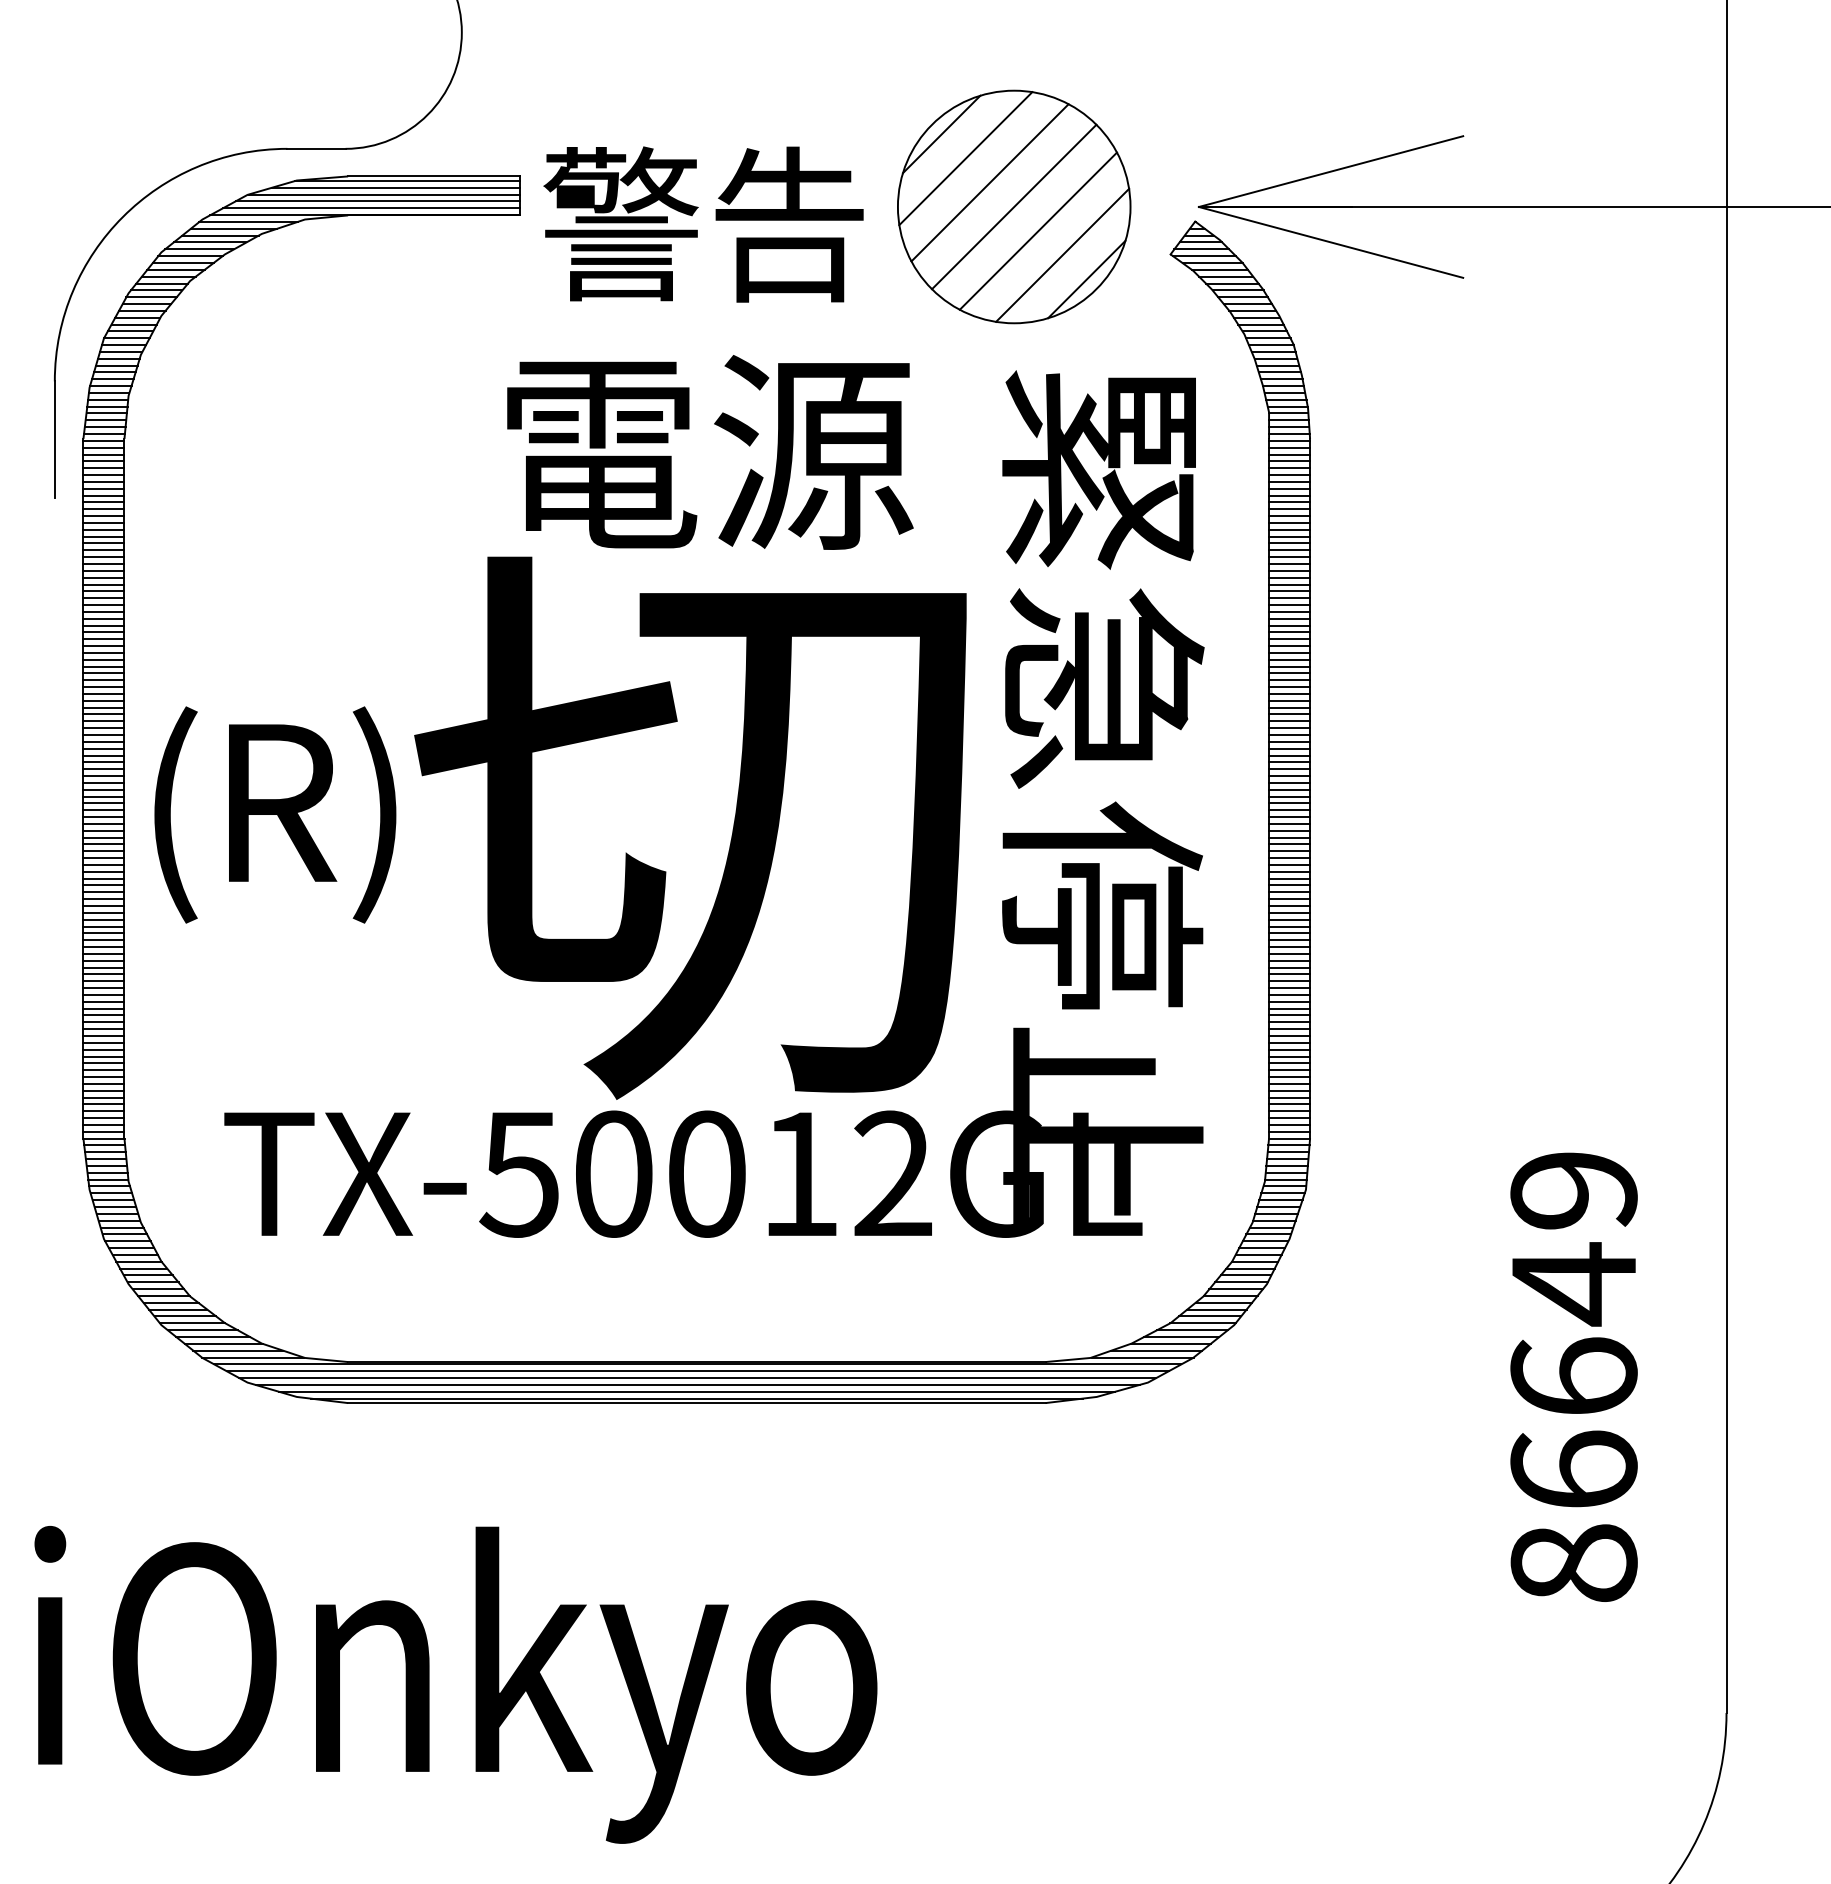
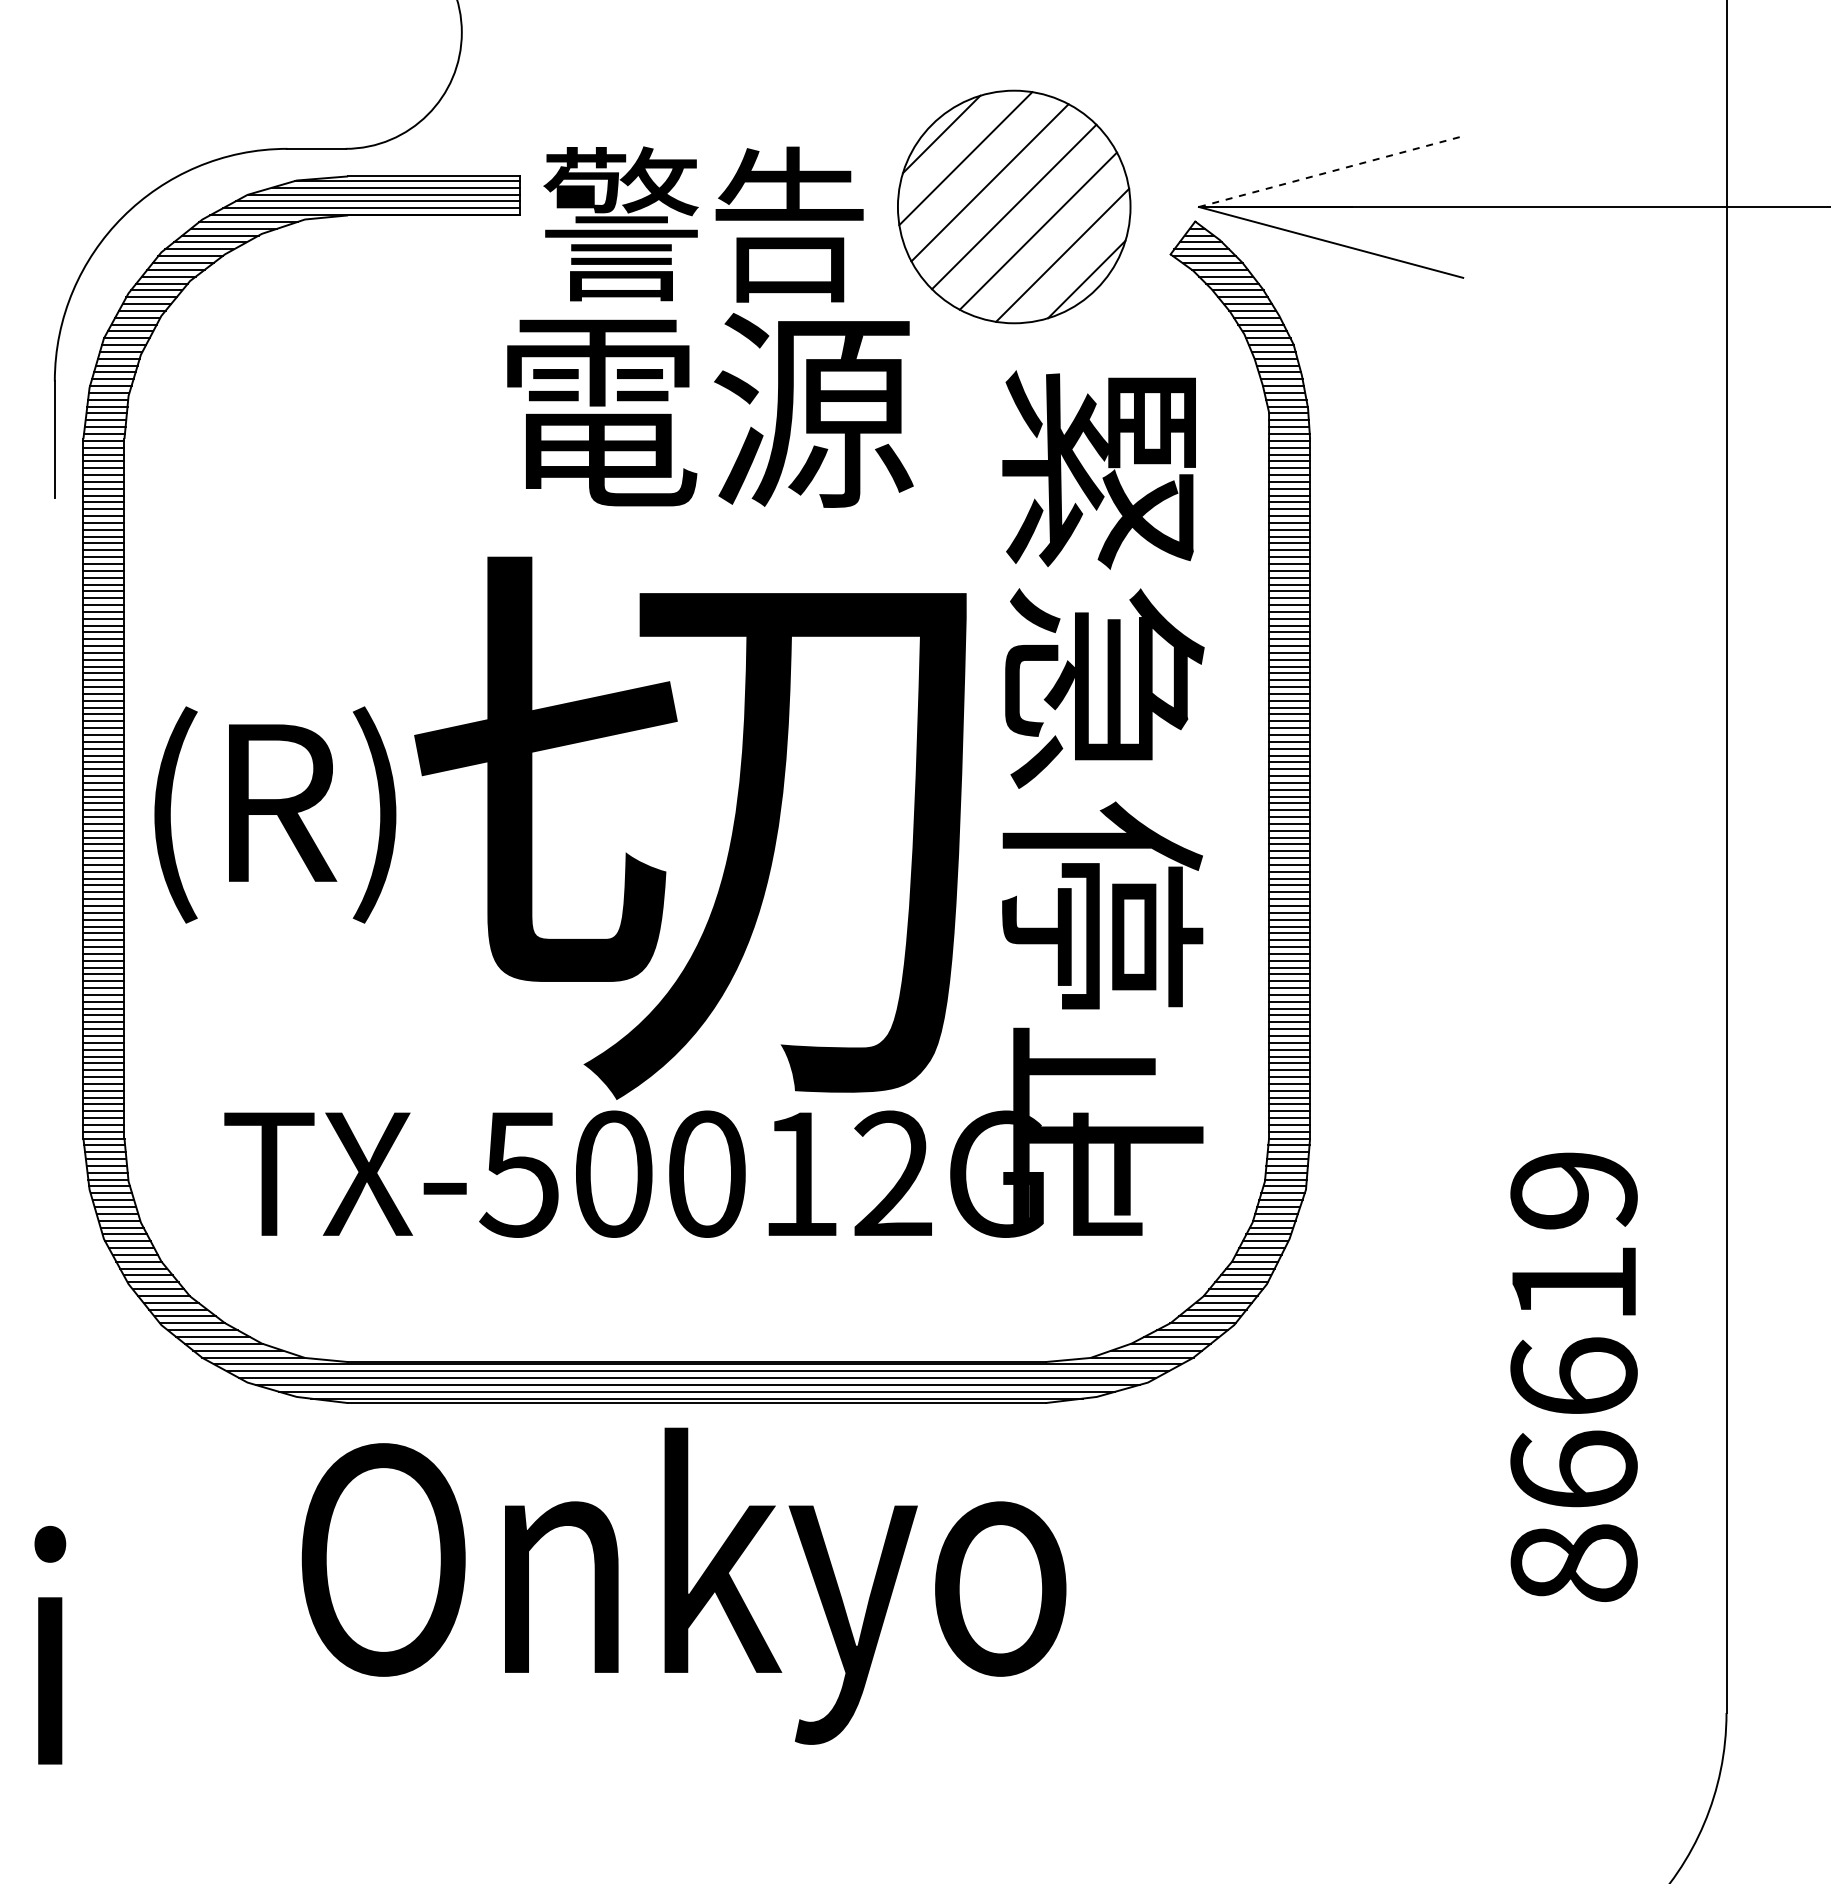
line at (1331, 171): solid -> dashed
text at (710, 452) position: (710, 452) -> (710, 410)
text at (1573, 1284): 86649 -> 86619
text at (494, 1684) position: (494, 1684) -> (683, 1585)
